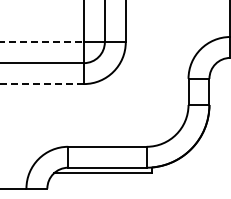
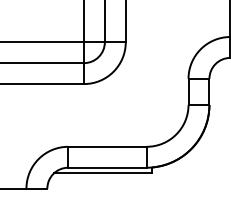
line at (42, 42): dashed -> solid
line at (41, 84): dashed -> solid
